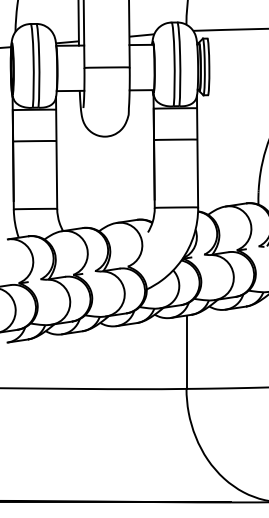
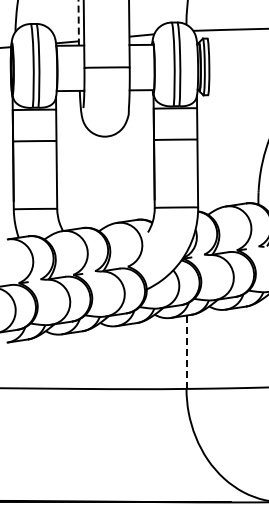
line at (78, 22): solid -> dashed
line at (186, 352): solid -> dashed
